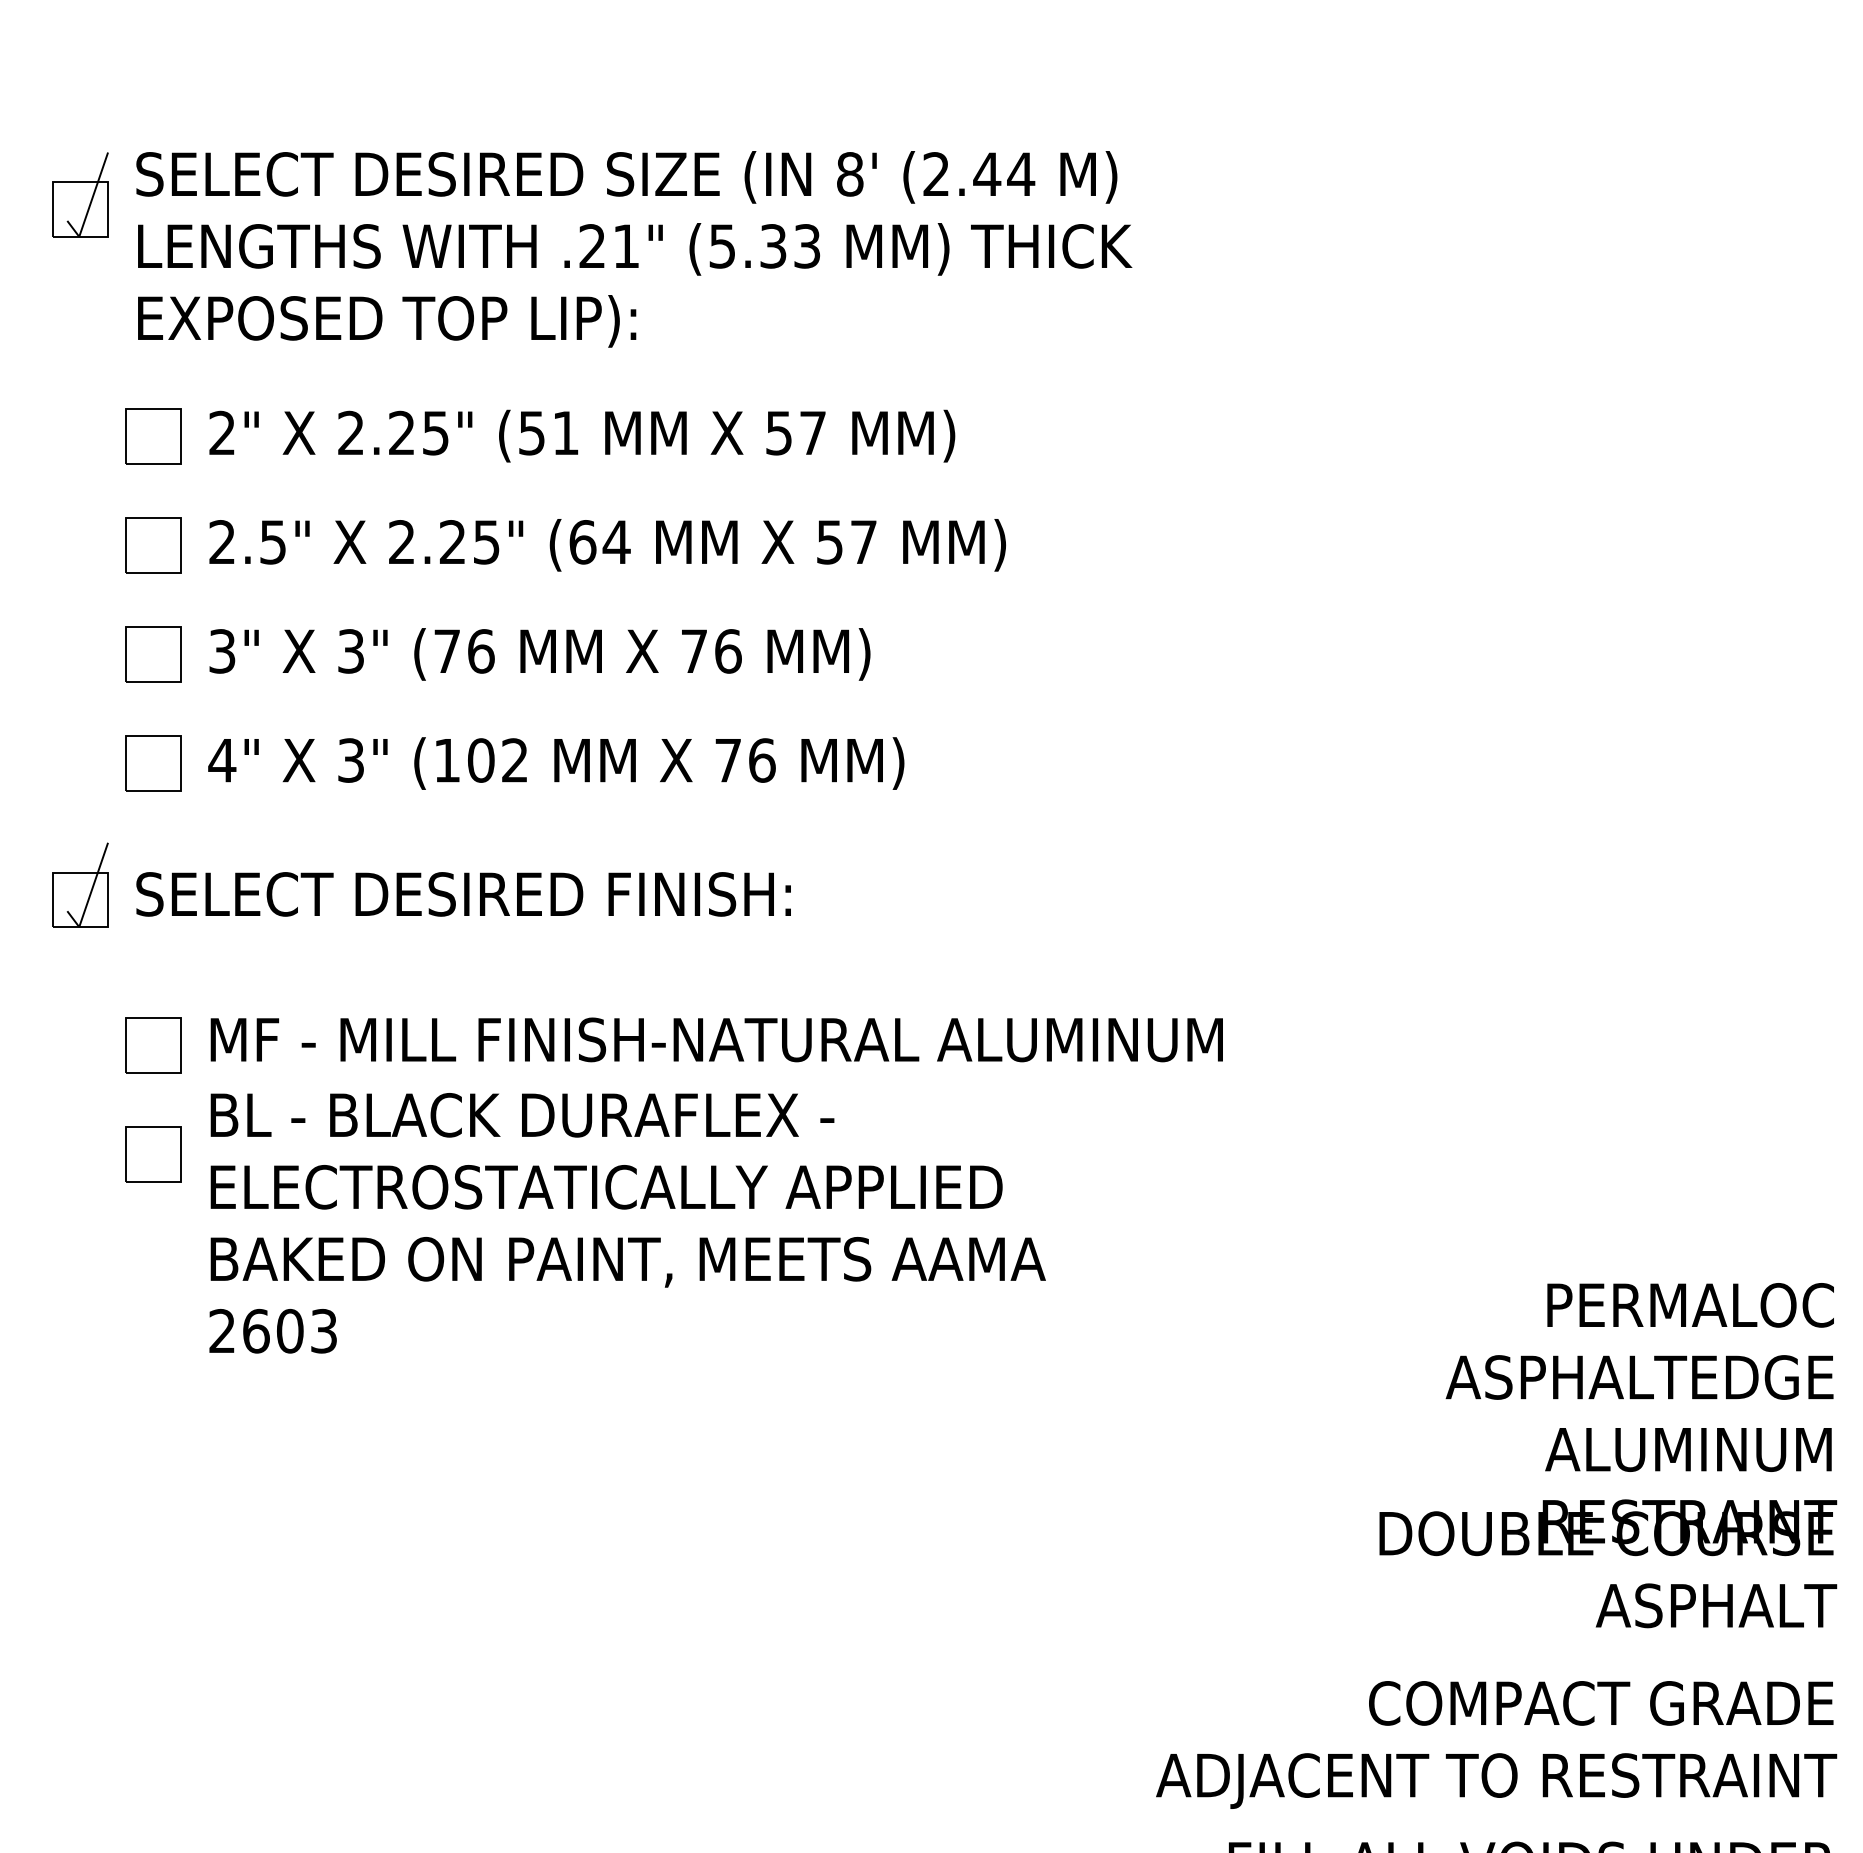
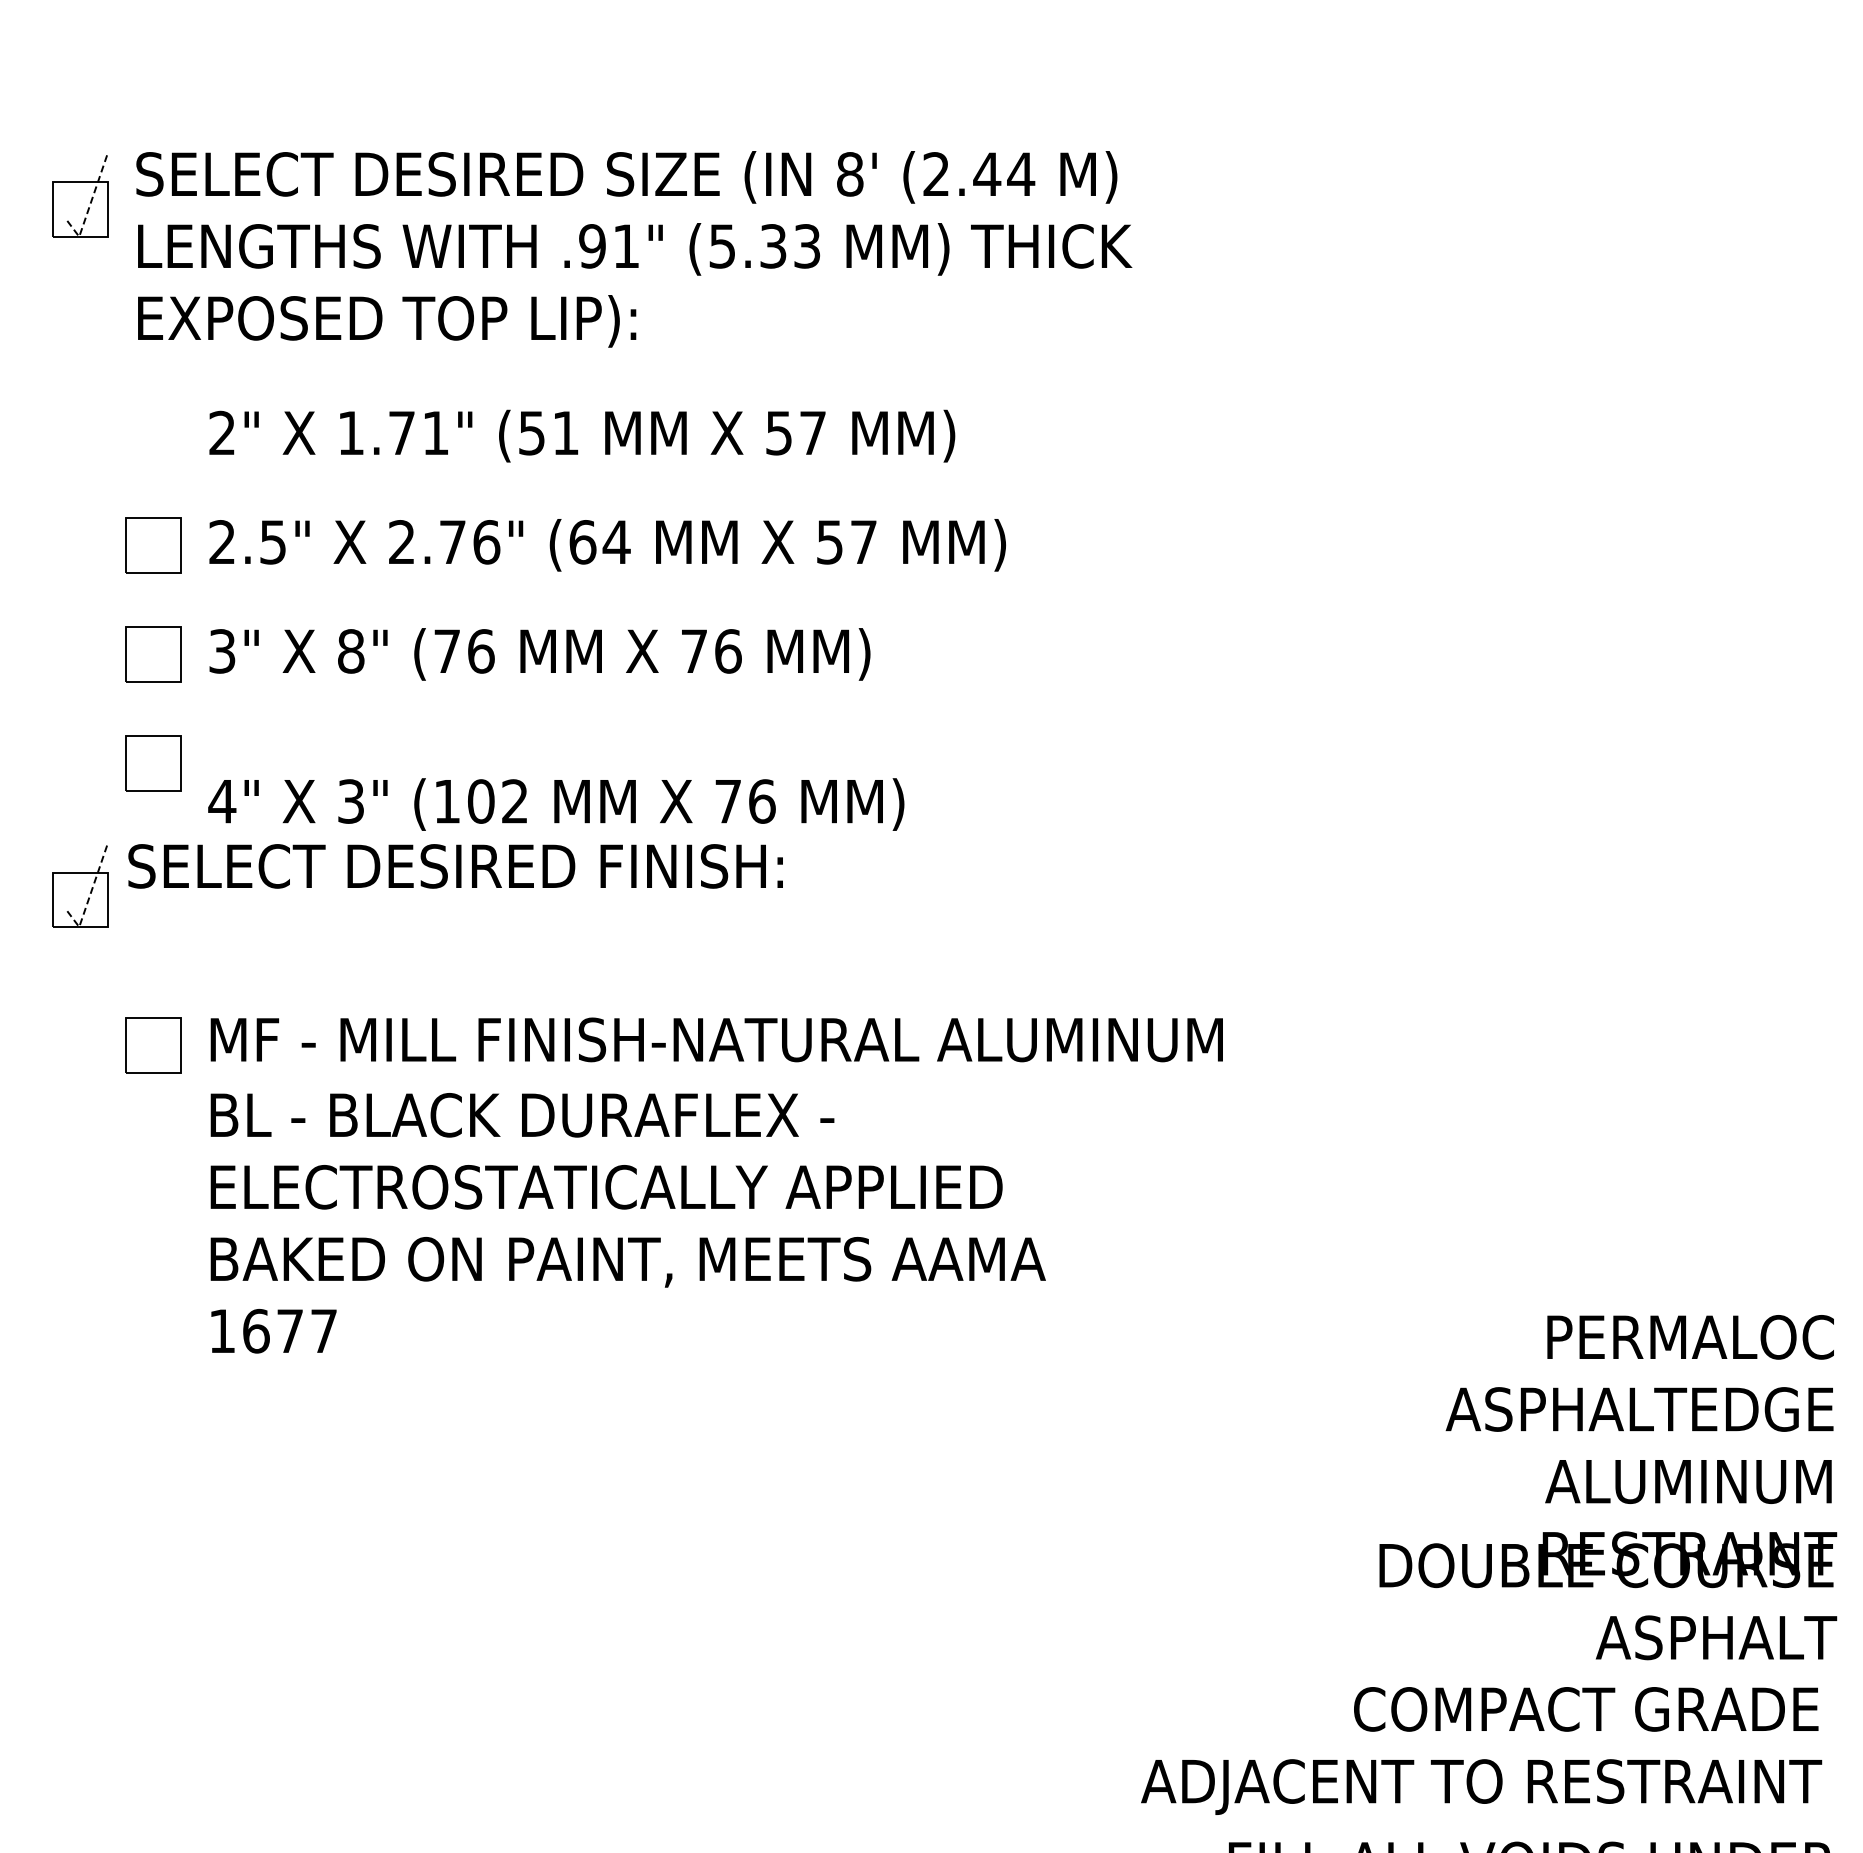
line at (90, 204): solid -> dashed
text at (592, 246): .21" -> .91"
text at (393, 432): 2.25" -> 1.71"
part at (153, 436): present -> none
text at (469, 542): 2.25" -> 2.76"
text at (351, 651): 3" -> 8"
text at (556, 763) position: (556, 763) -> (556, 804)
line at (90, 894): solid -> dashed
text at (463, 894) position: (463, 894) -> (455, 866)
part at (153, 1154): present -> none
text at (272, 1330): 2603 -> 1677
text at (1608, 1455) position: (1608, 1455) -> (1608, 1487)
text at (1496, 1744) position: (1496, 1744) -> (1481, 1750)
